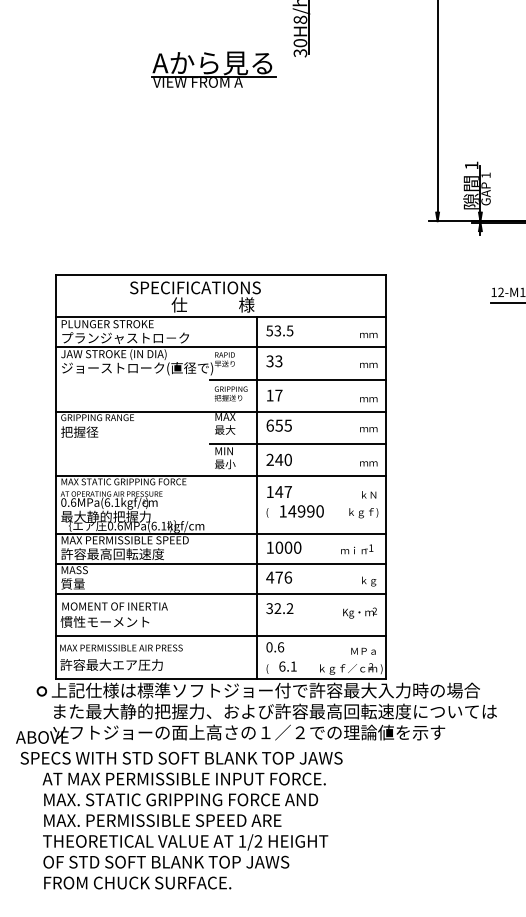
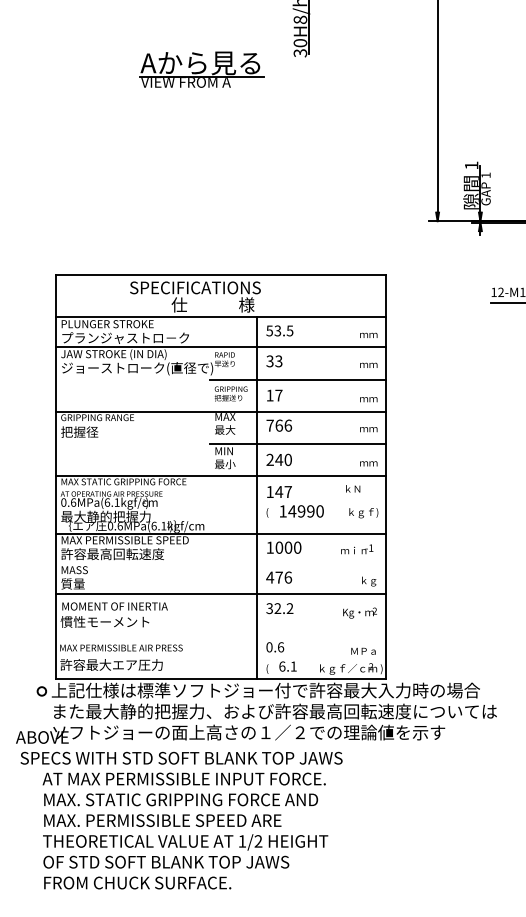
part at (213, 69) position: (213, 69) -> (201, 69)
text at (279, 425): 655 -> 766
text at (369, 494) position: (369, 494) -> (353, 488)
line at (220, 563): present -> none
line at (220, 636): present -> none
